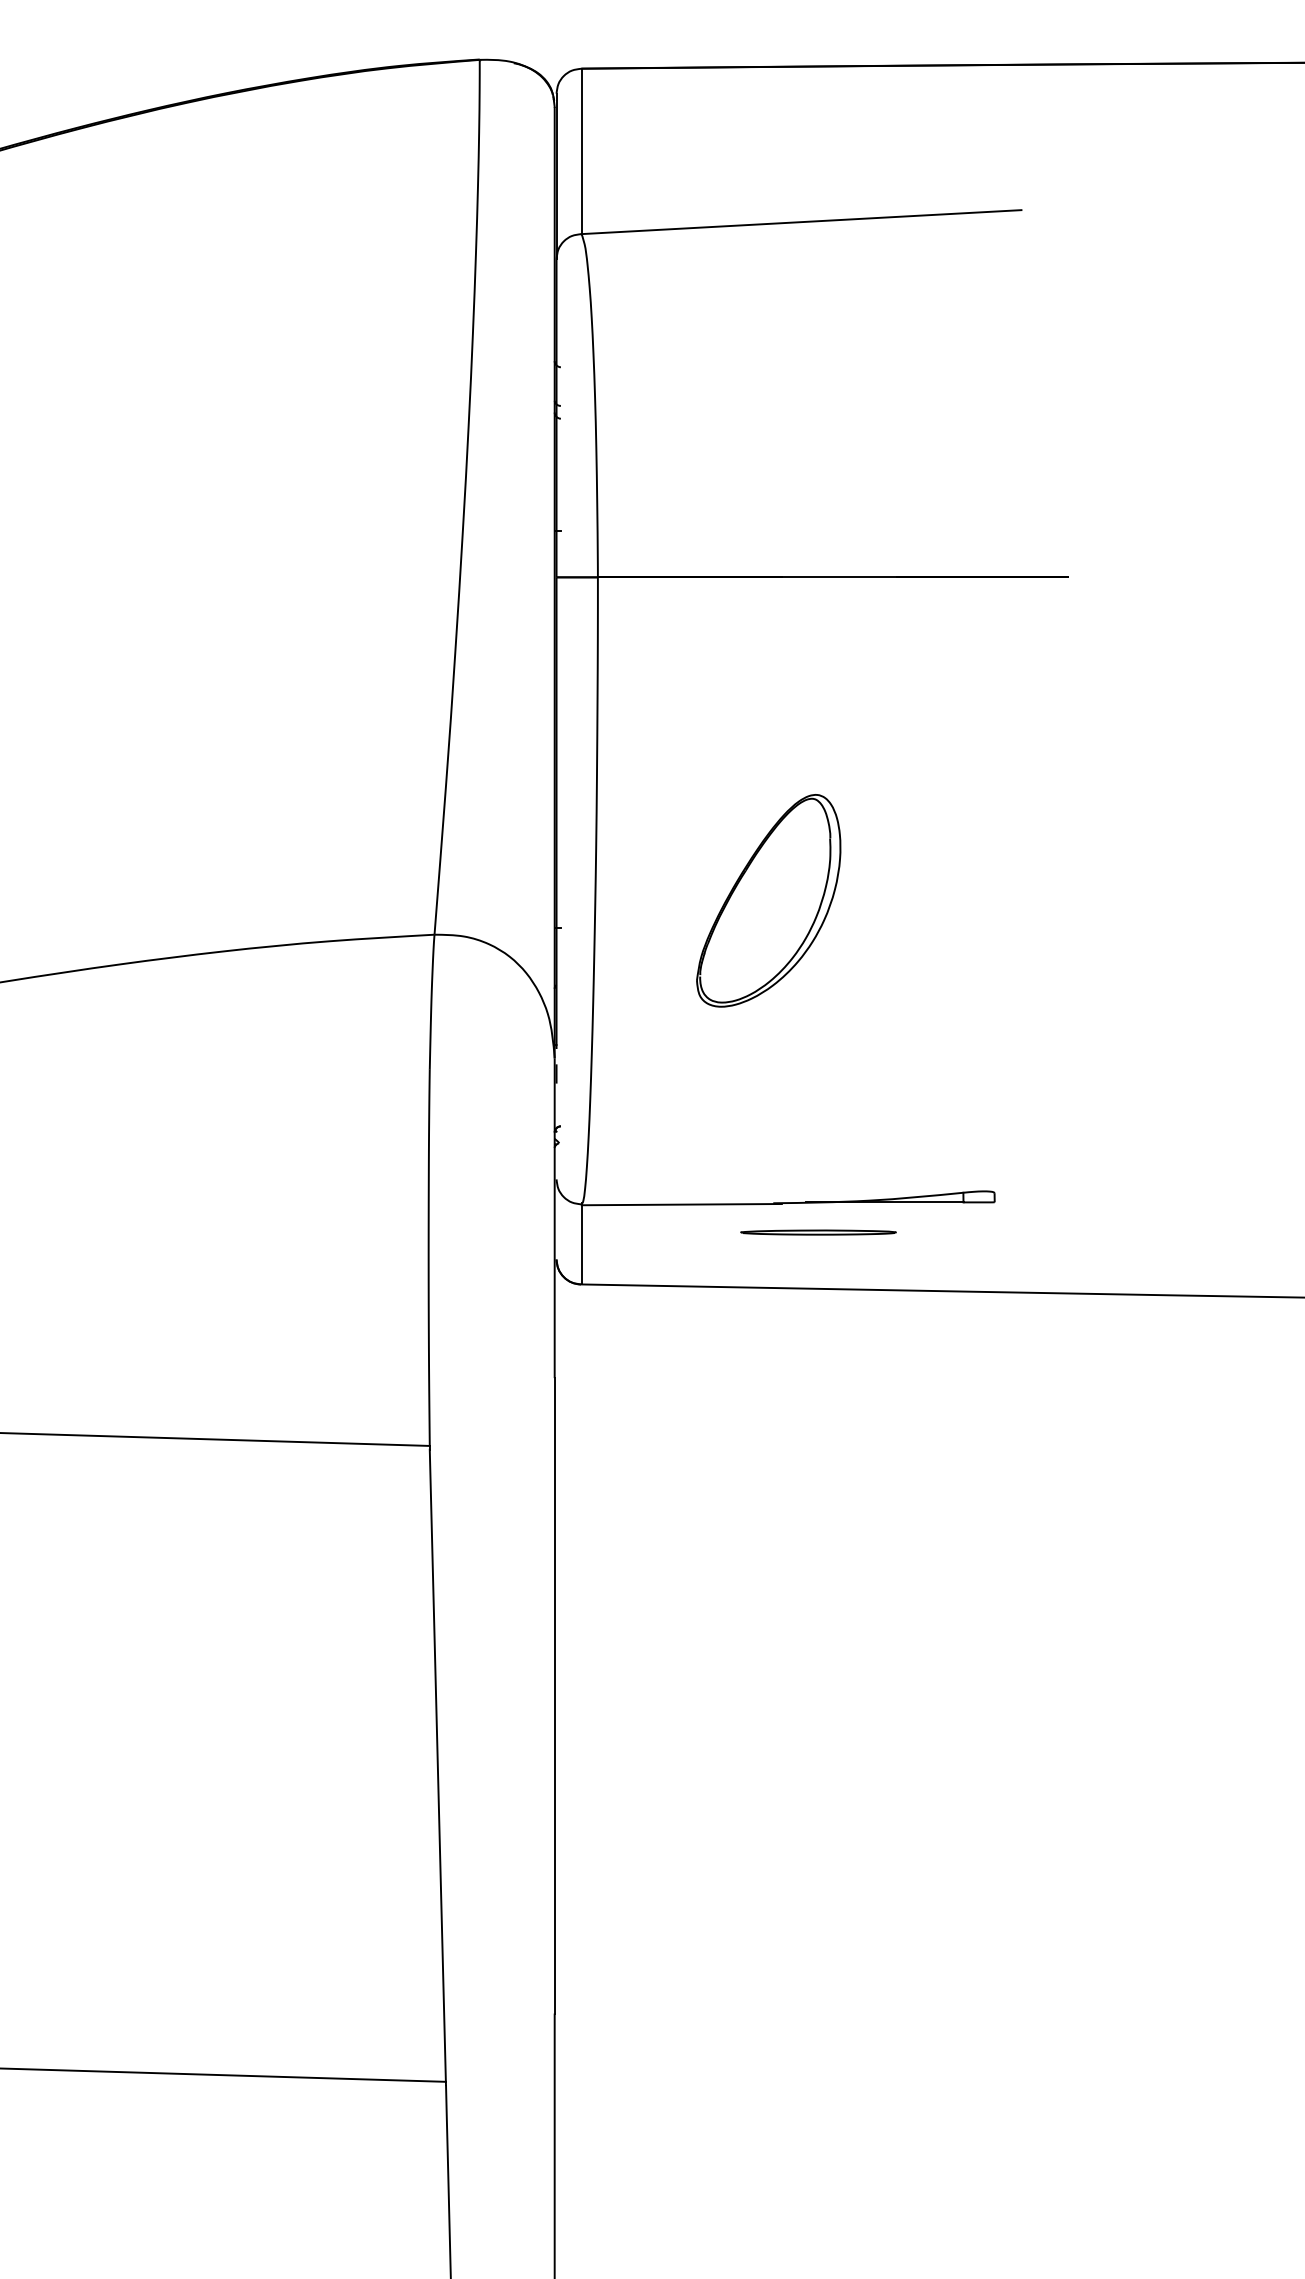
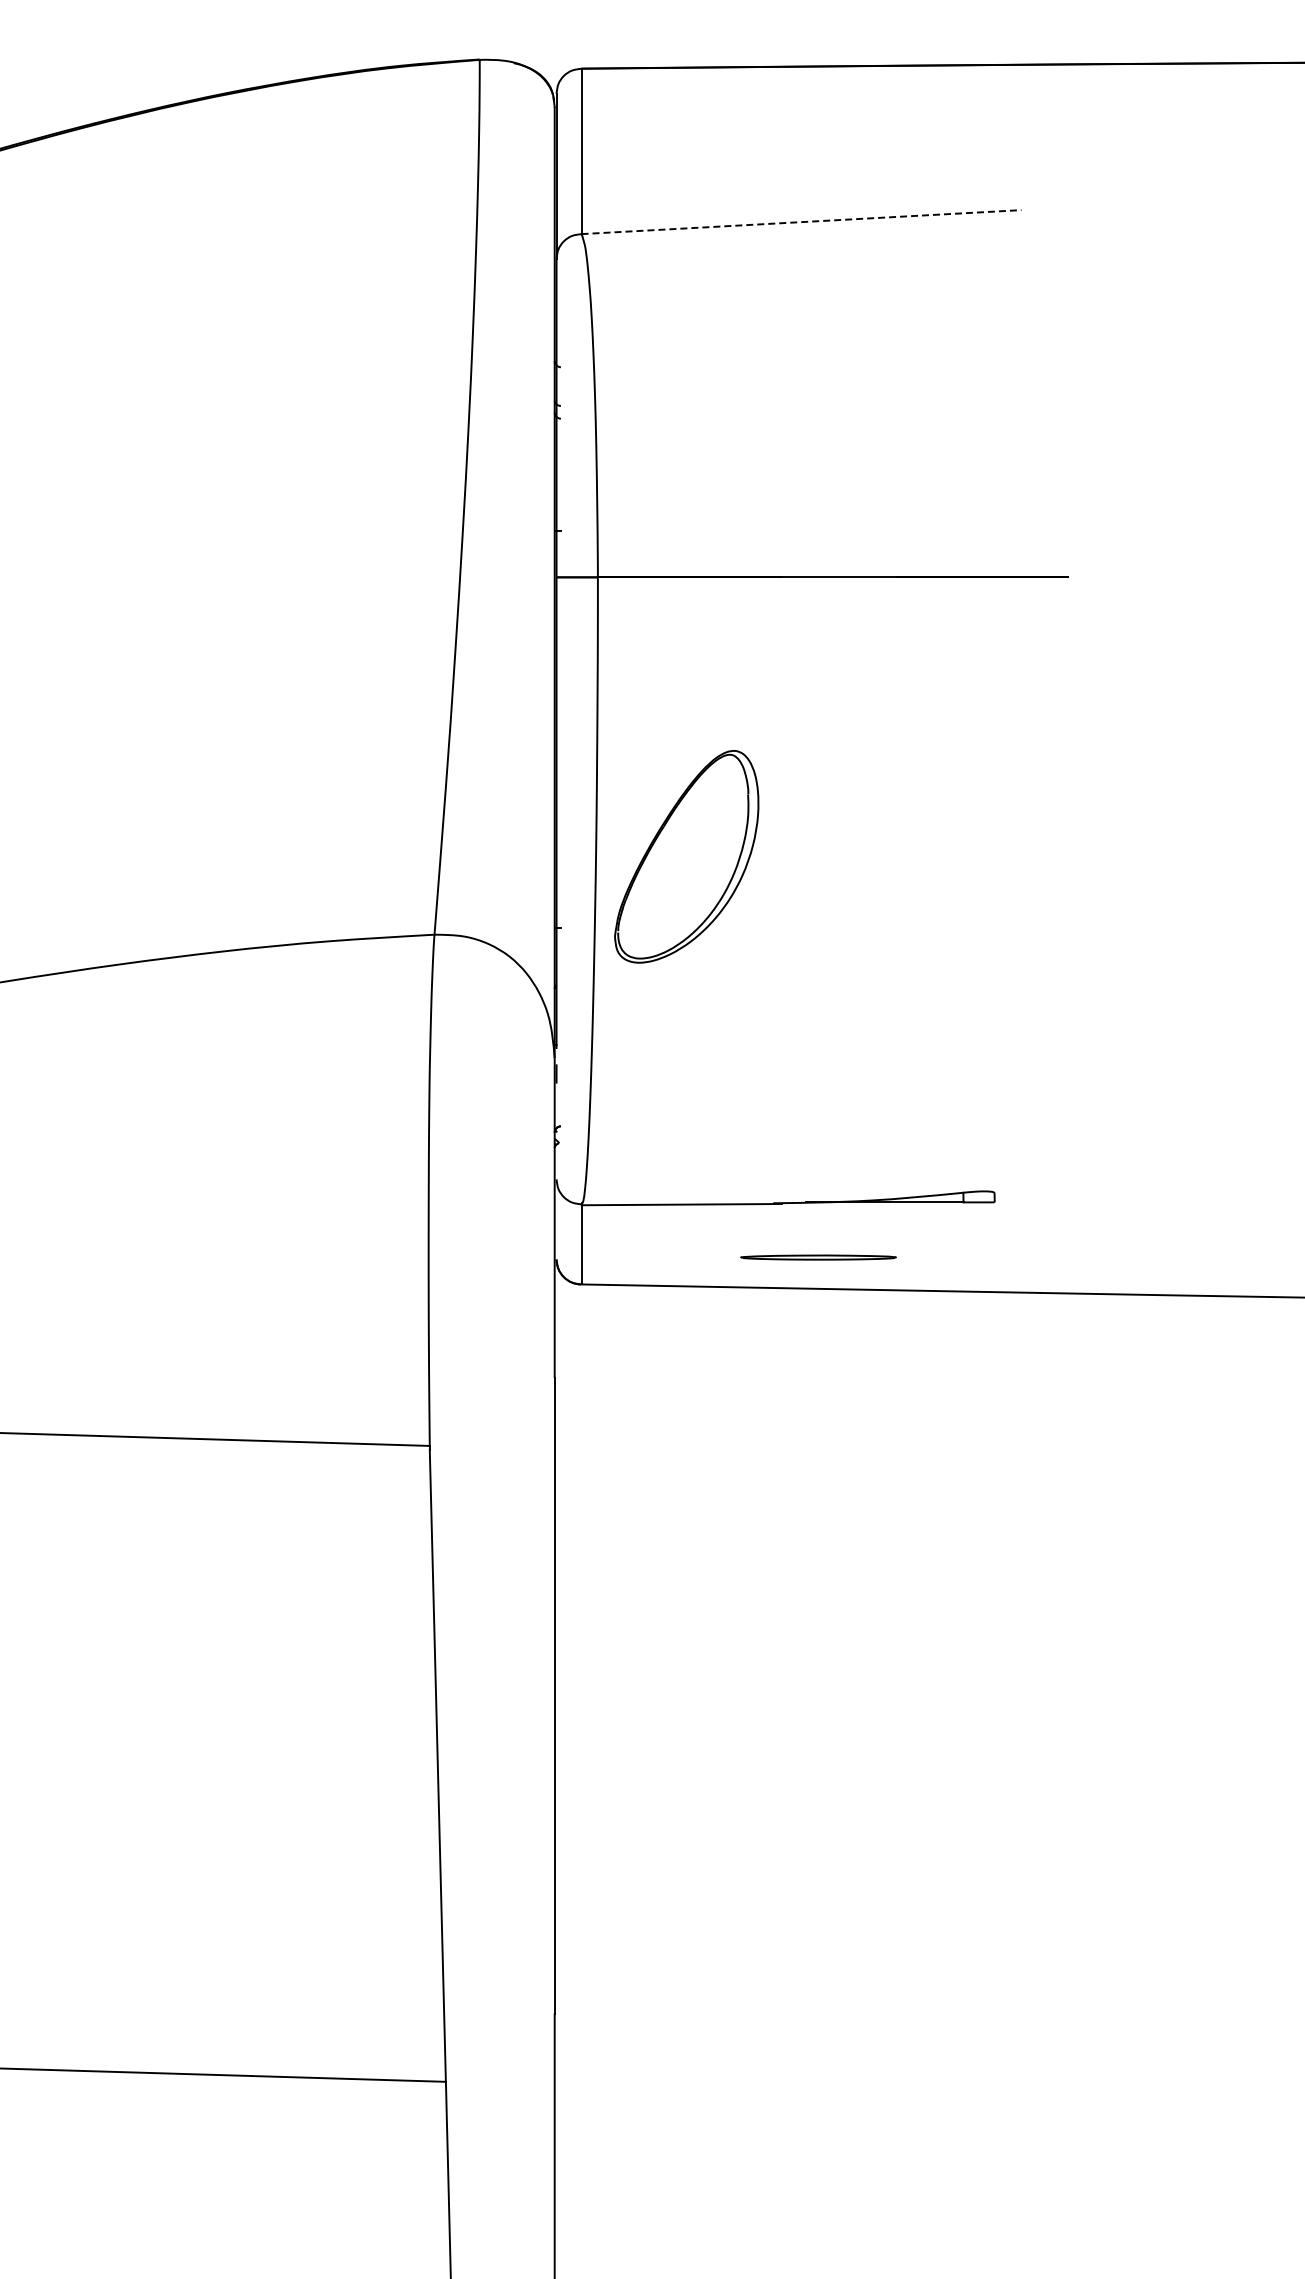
line at (801, 222): solid -> dashed
part at (768, 900) position: (768, 900) -> (686, 856)
part at (818, 1232) position: (818, 1232) -> (818, 1257)
